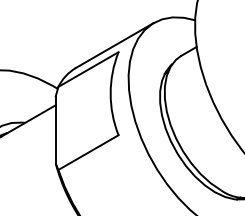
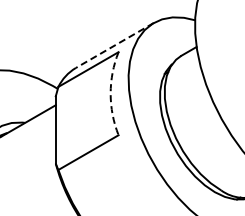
line at (114, 45): solid -> dashed
arc at (110, 93): solid -> dashed
